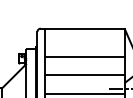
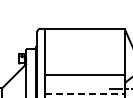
line at (84, 57): present -> none
line at (85, 94): solid -> dashed
